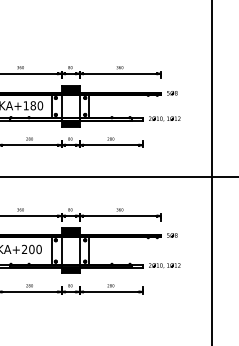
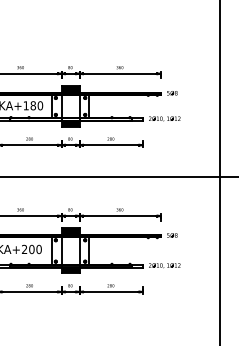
line at (212, 172) position: (212, 172) -> (220, 172)
